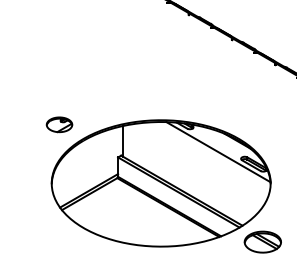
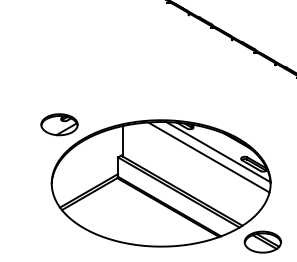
part at (59, 124) size: 29x18 px -> 39x24 px
line at (208, 157): none -> present
